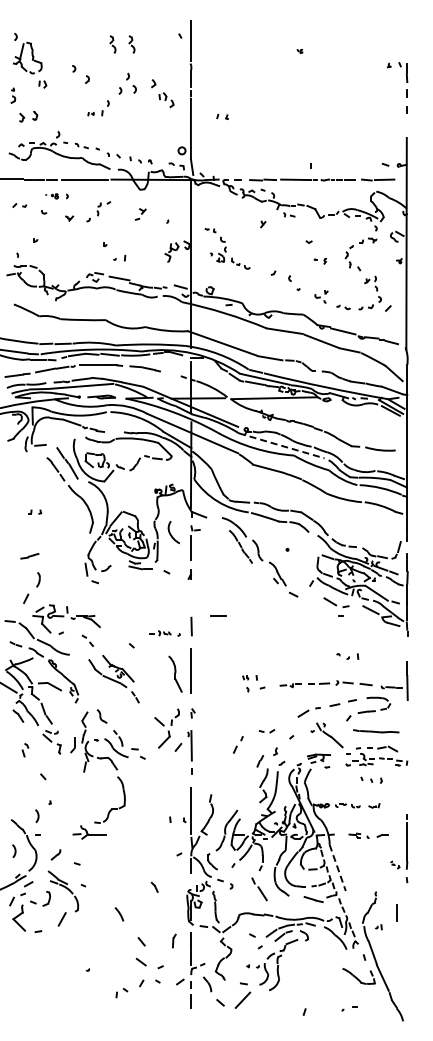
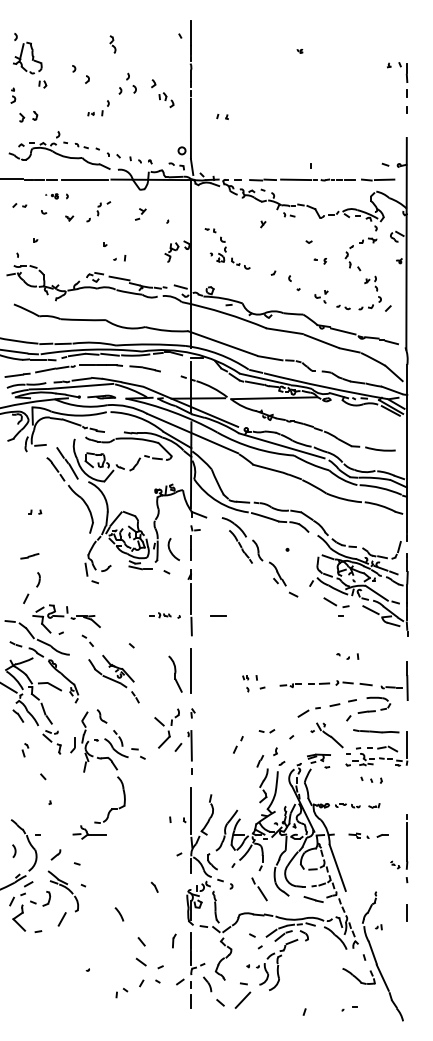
part at (131, 44): present -> none
line at (281, 445): dashed -> solid
part at (173, 532) position: (173, 532) -> (173, 549)
line at (191, 598): none -> present
part at (164, 633) position: (164, 633) -> (164, 615)
line at (407, 744): none -> present
arc at (37, 816): present -> none
line at (337, 868): dashed -> solid
line at (396, 912) position: (396, 912) -> (406, 912)
